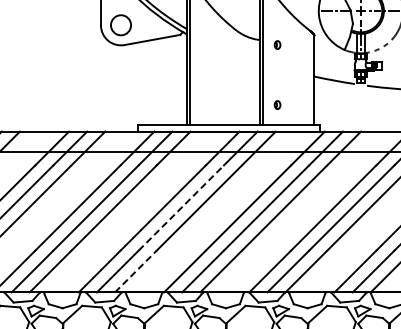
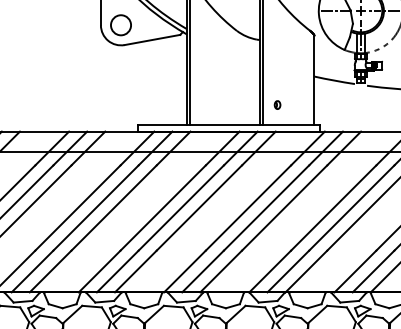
part at (277, 44): present -> none
line at (181, 207): dashed -> solid
line at (135, 271): dashed -> solid
